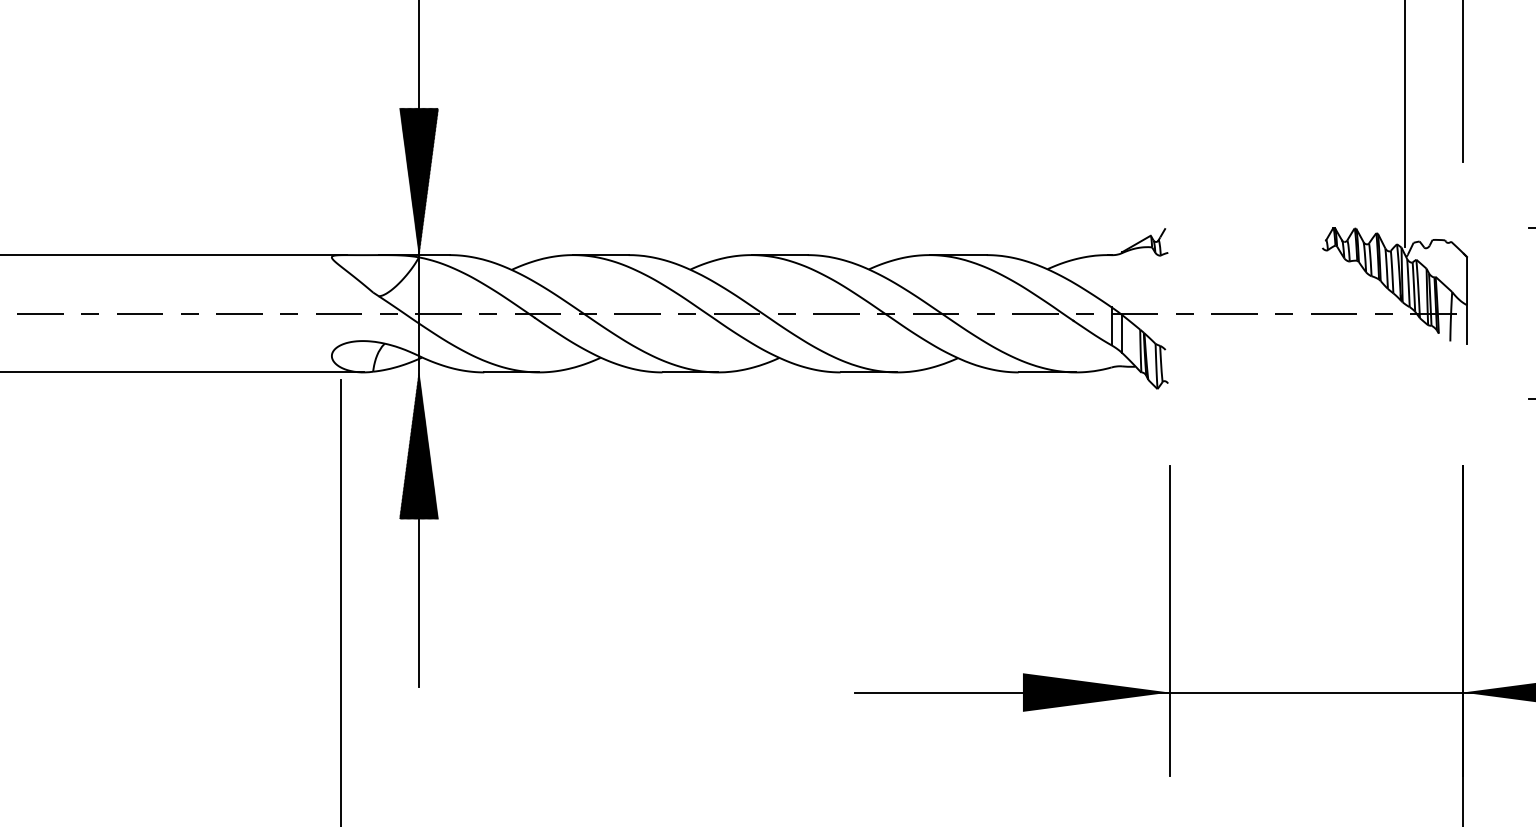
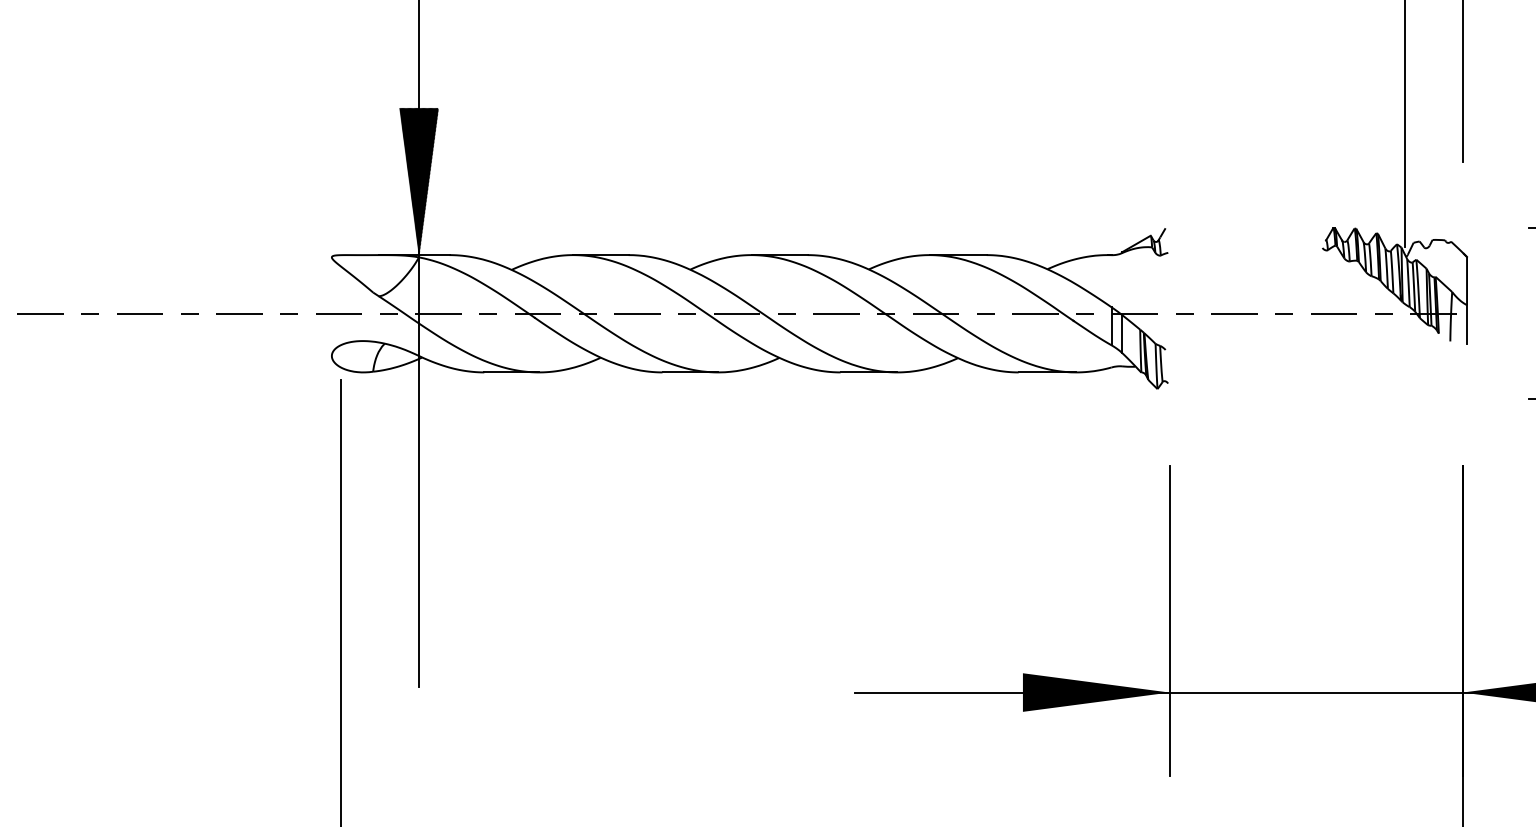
line at (174, 255): present -> none
line at (182, 372): present -> none
hatch at (418, 445): present -> none
